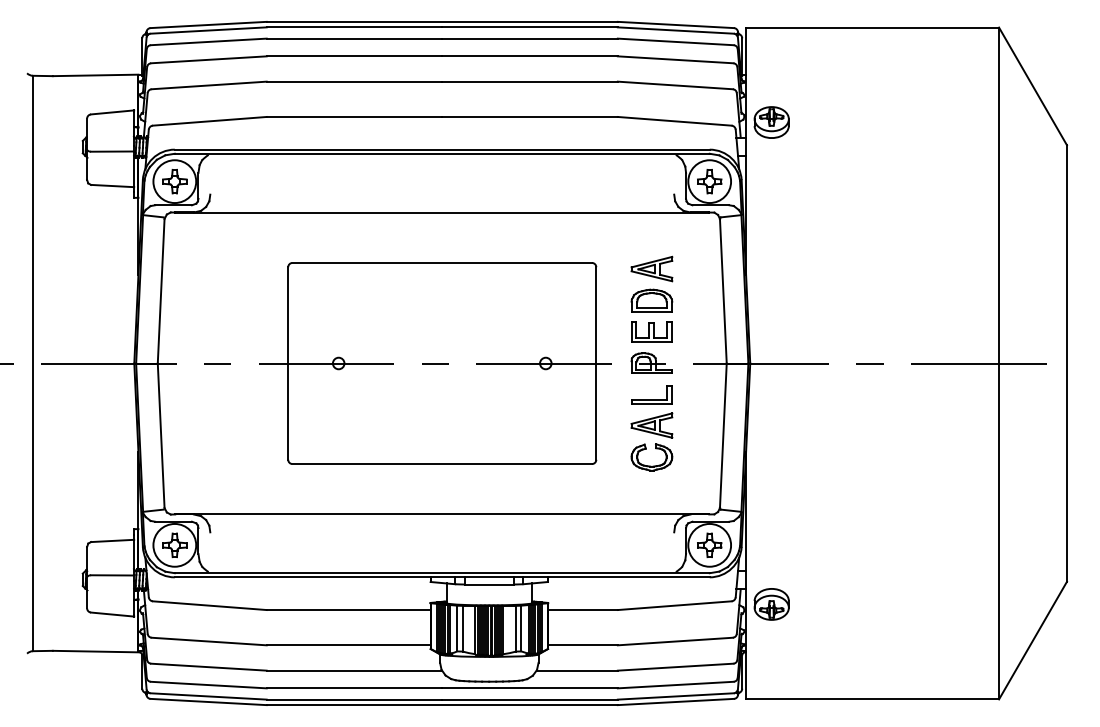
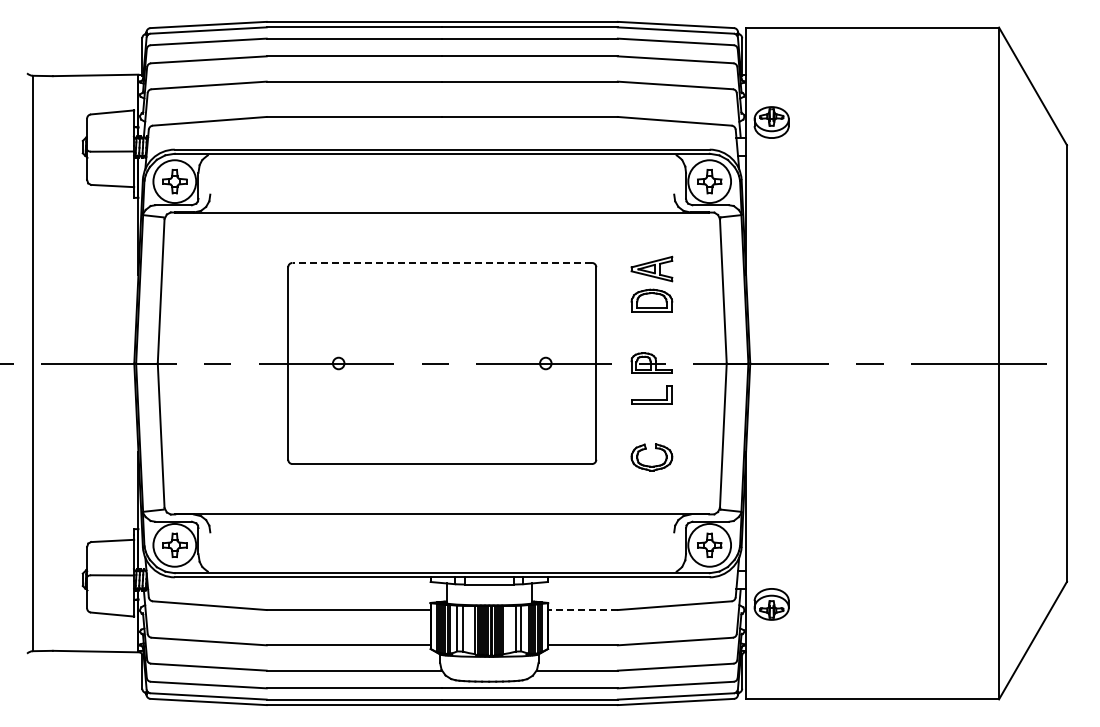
line at (442, 262): solid -> dashed
part at (651, 331): present -> none
part at (651, 425): present -> none
line at (582, 610): solid -> dashed
